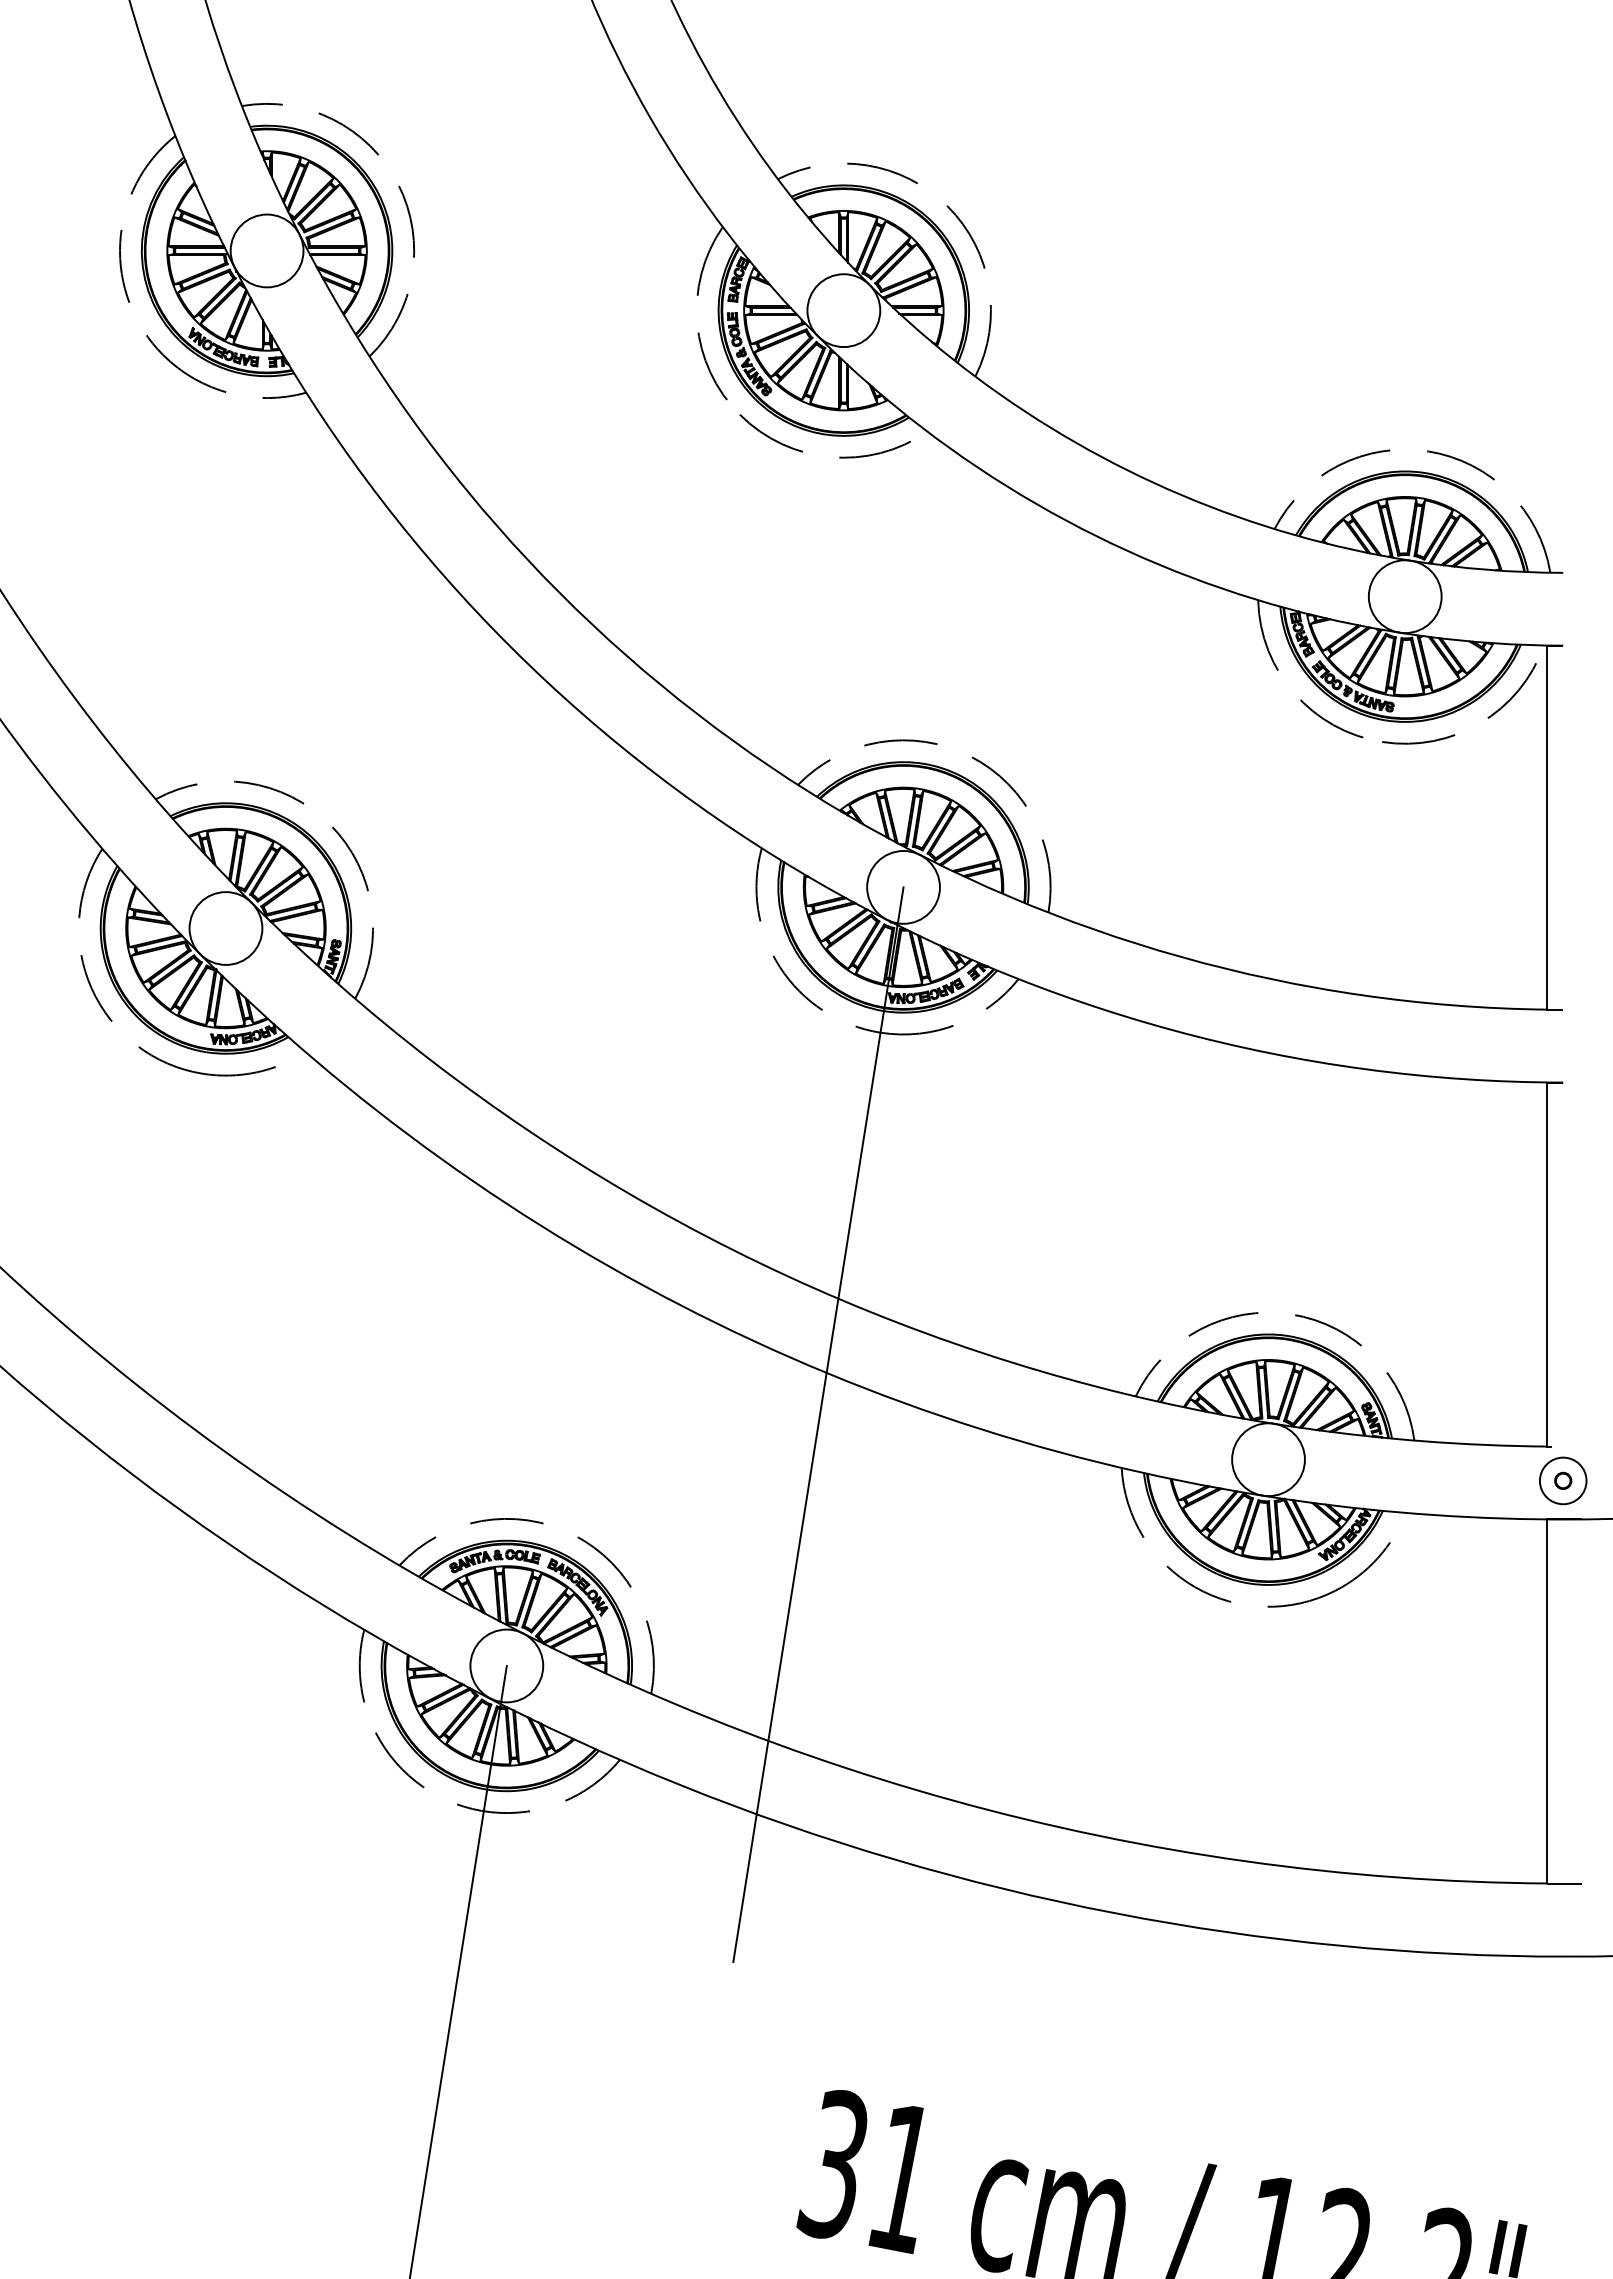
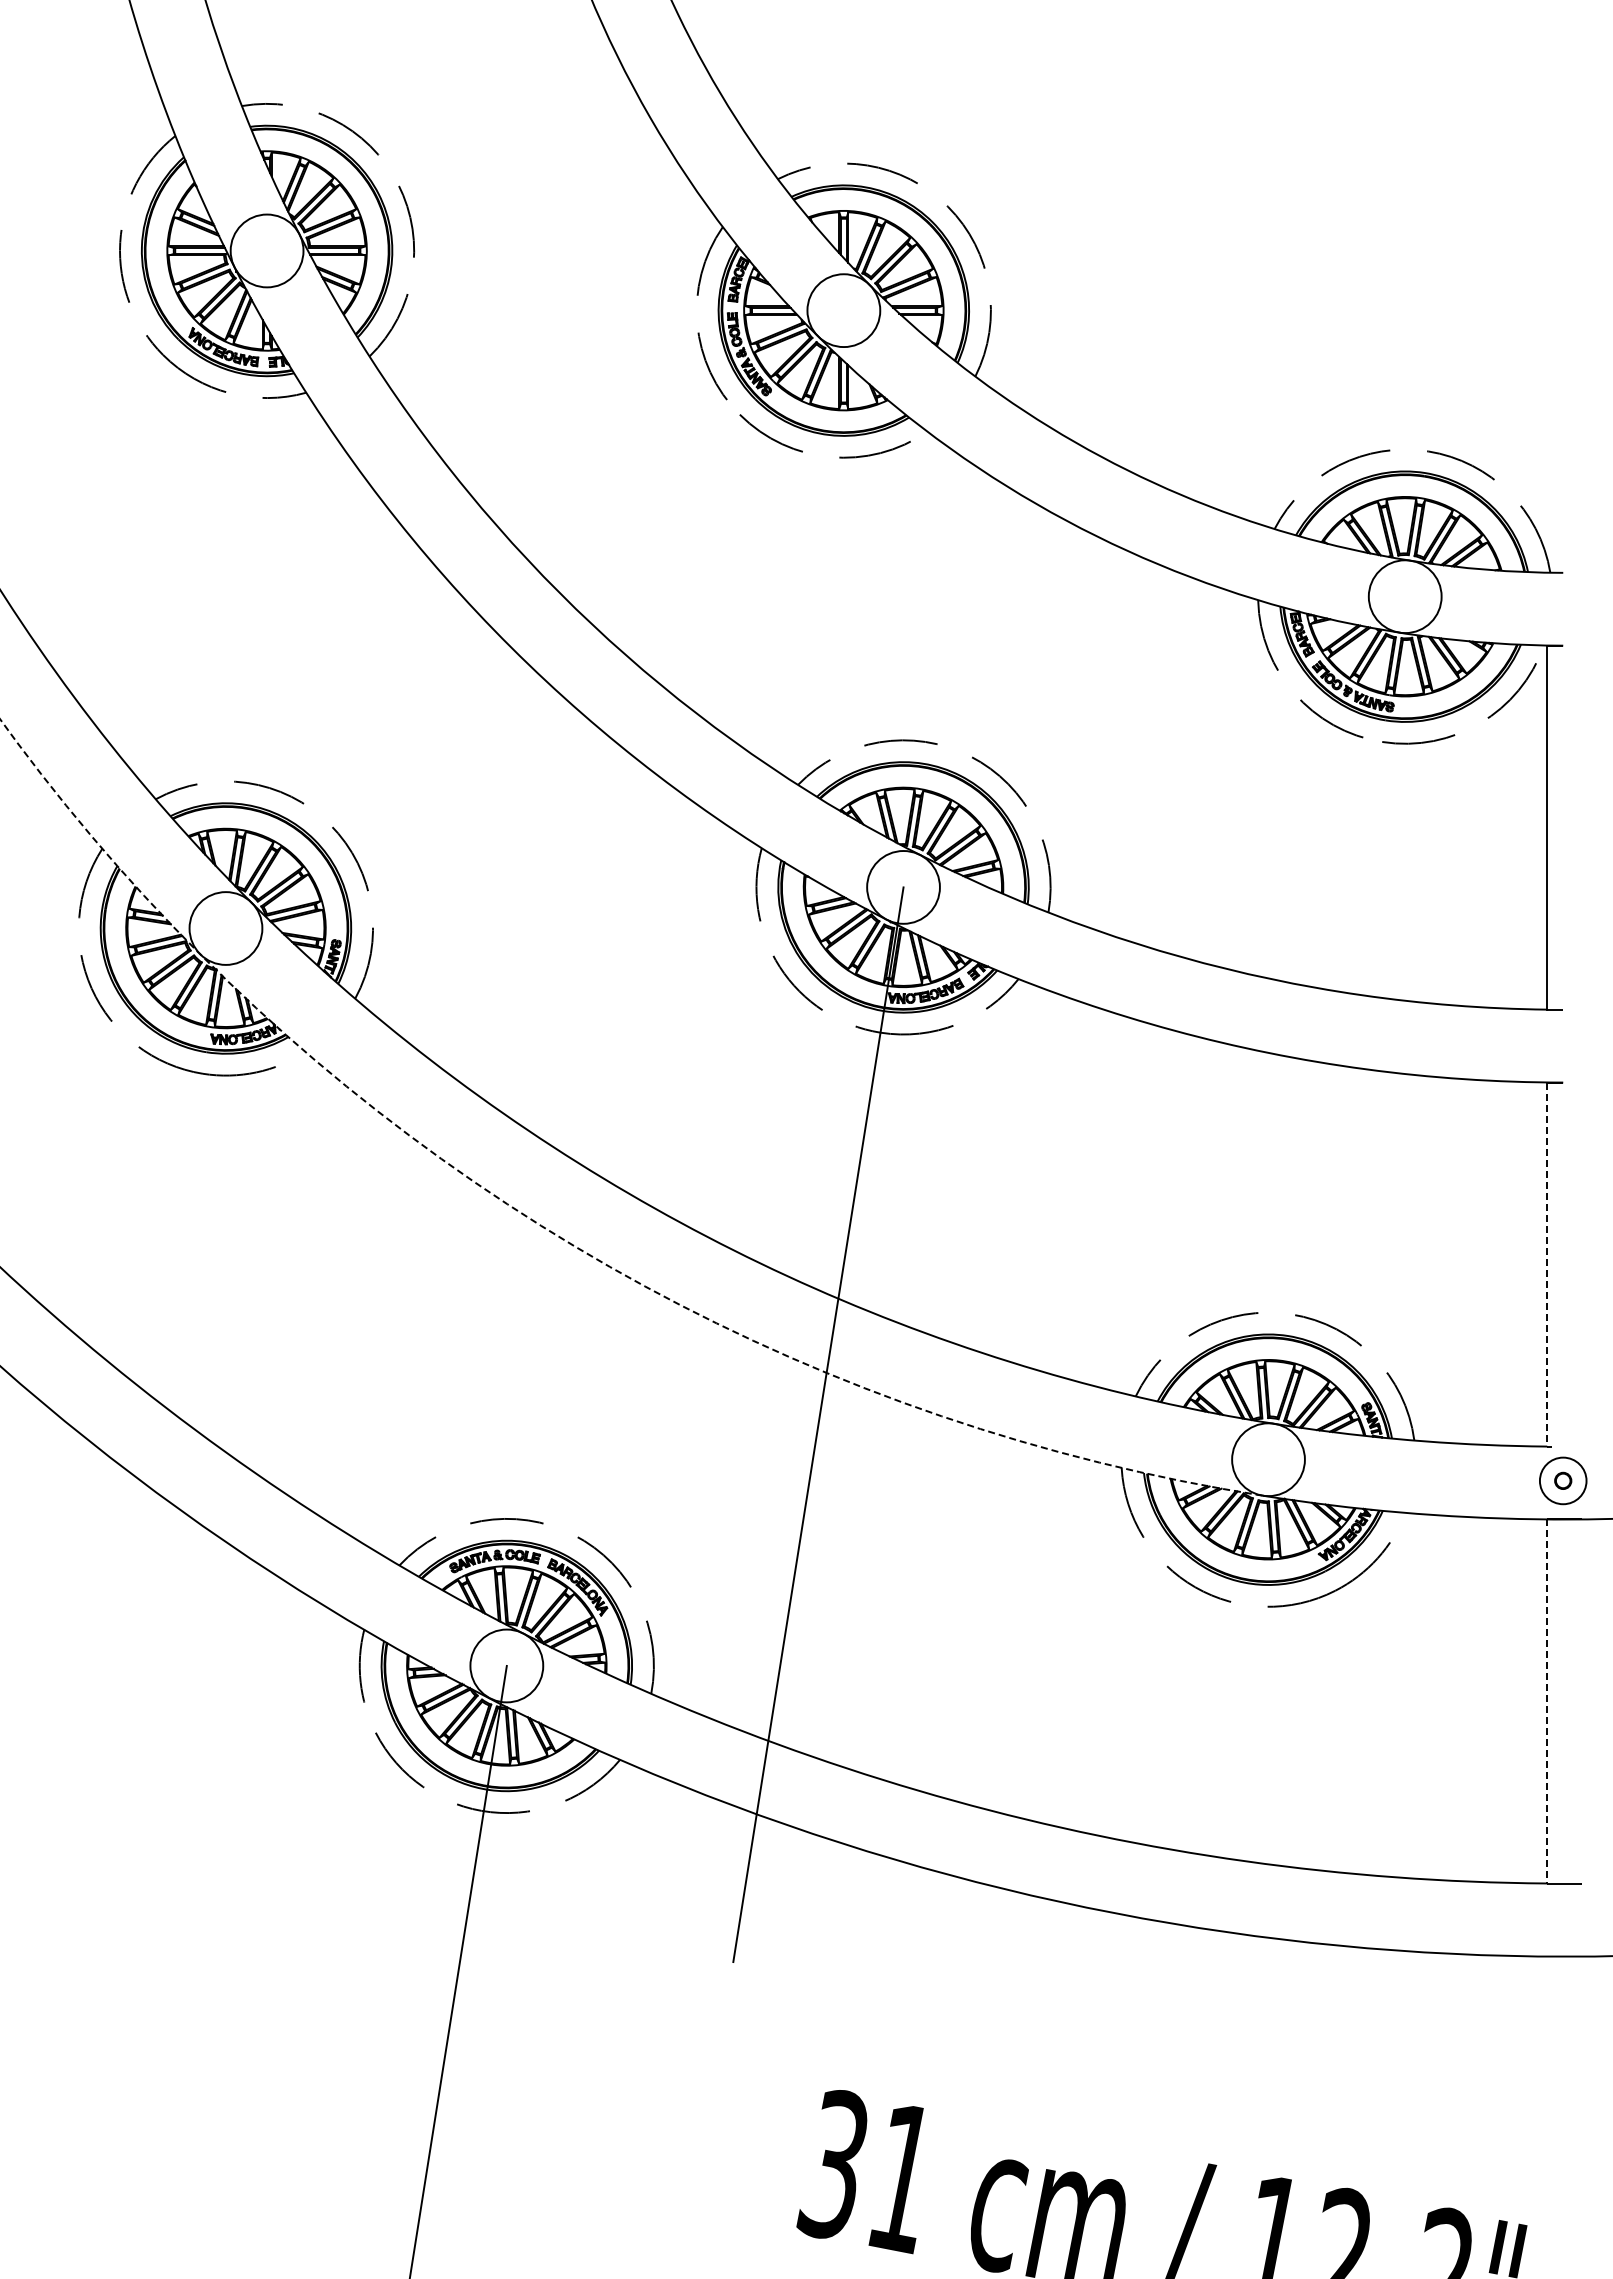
arc at (556, 1234): solid -> dashed
line at (1547, 1264): solid -> dashed
line at (1547, 1701): solid -> dashed
